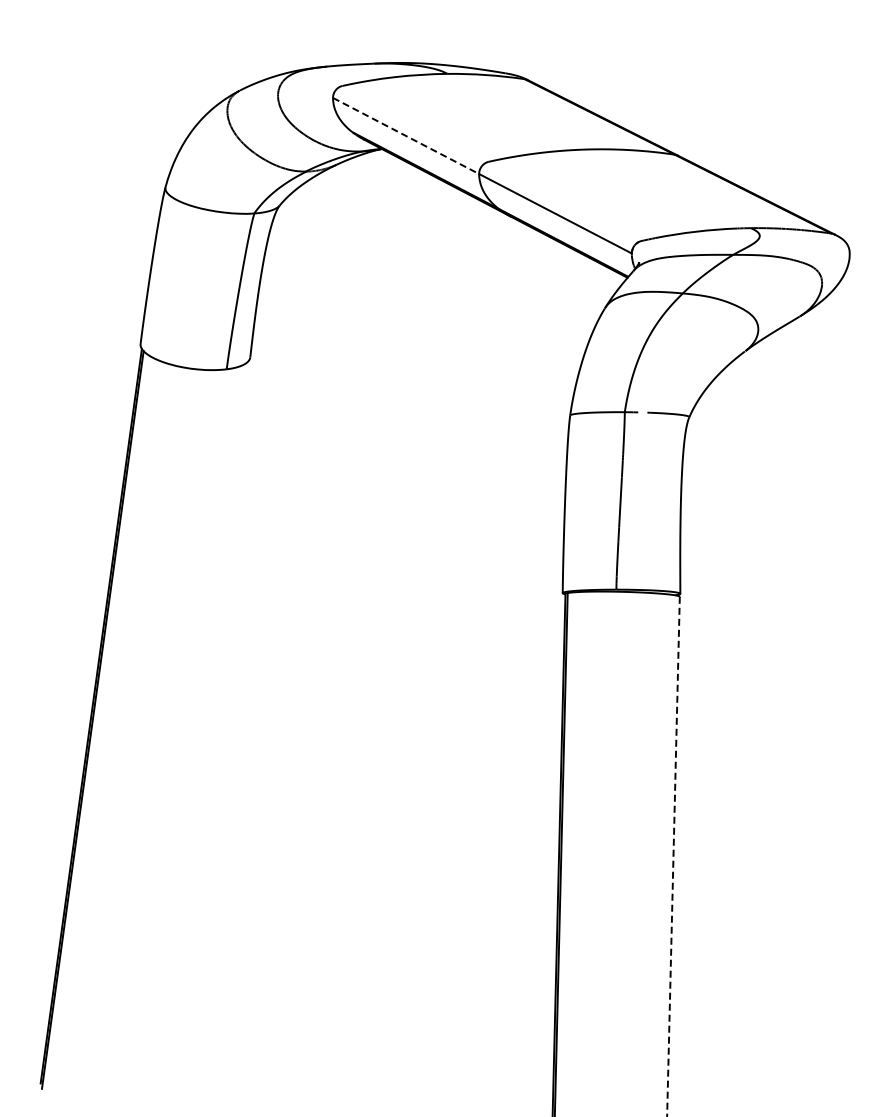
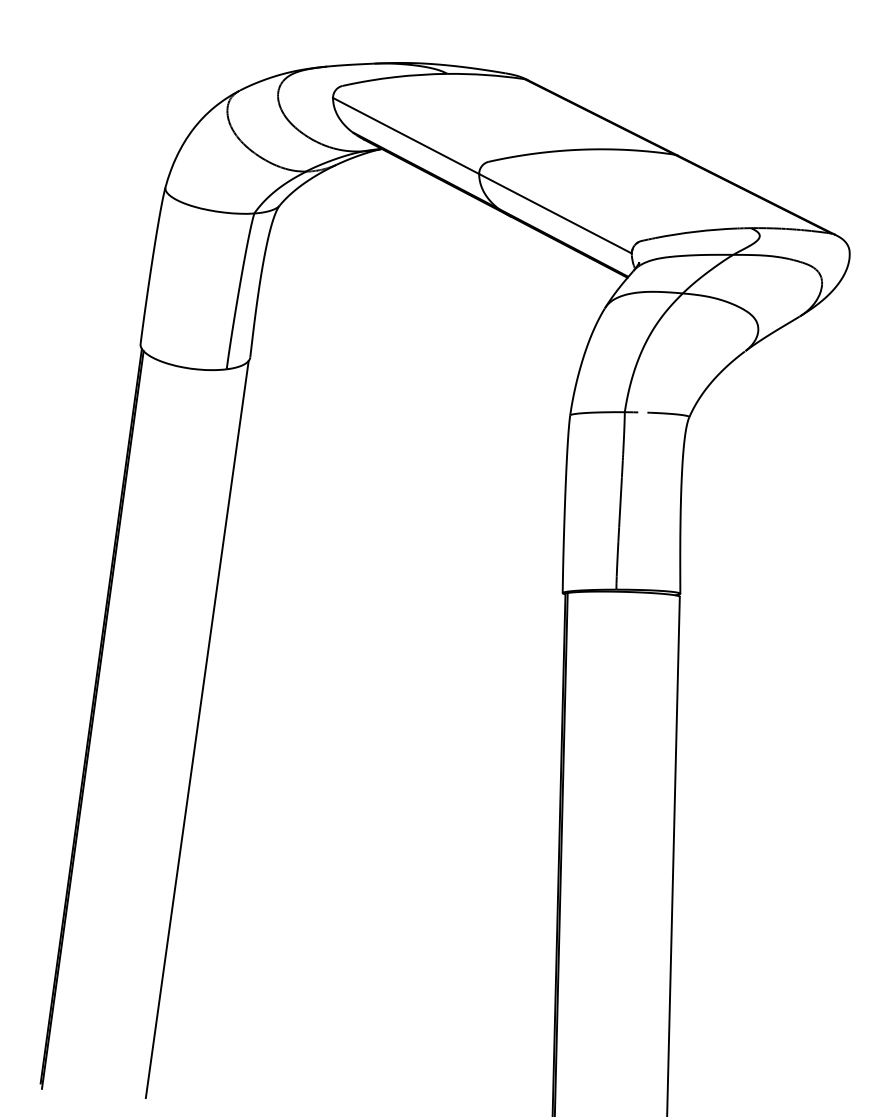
line at (406, 136): dashed -> solid
line at (196, 729): none -> present
line at (673, 856): dashed -> solid
